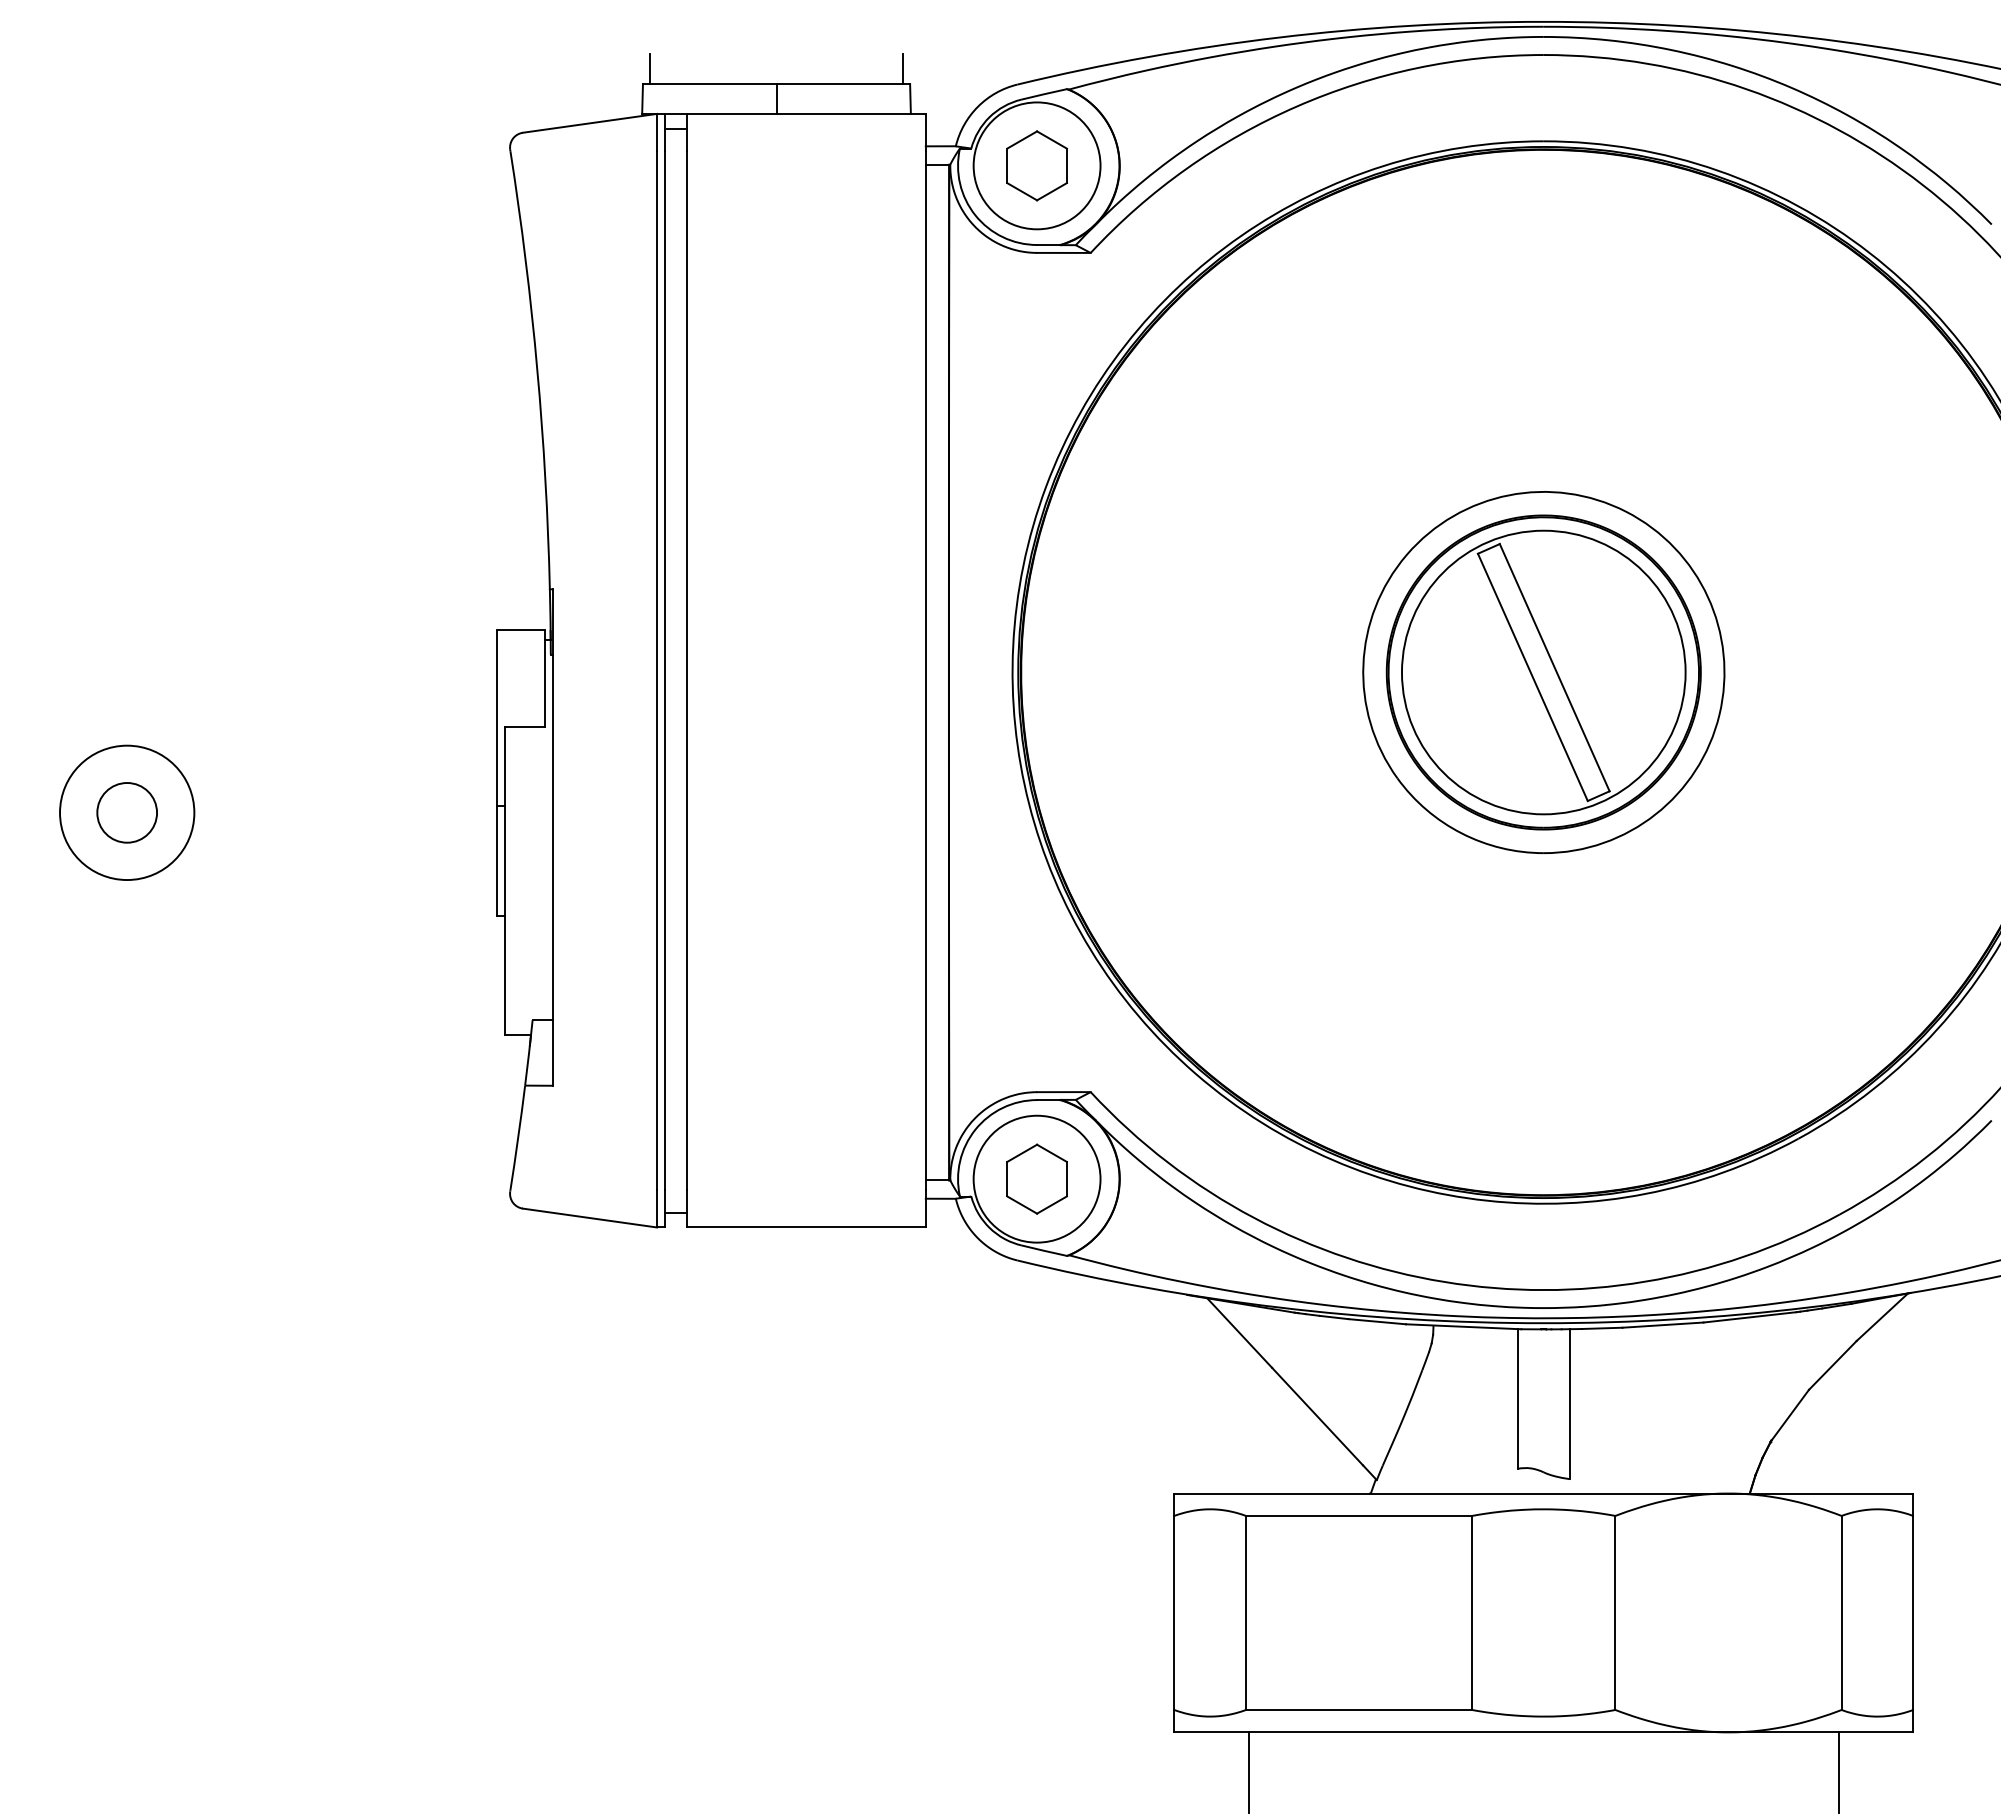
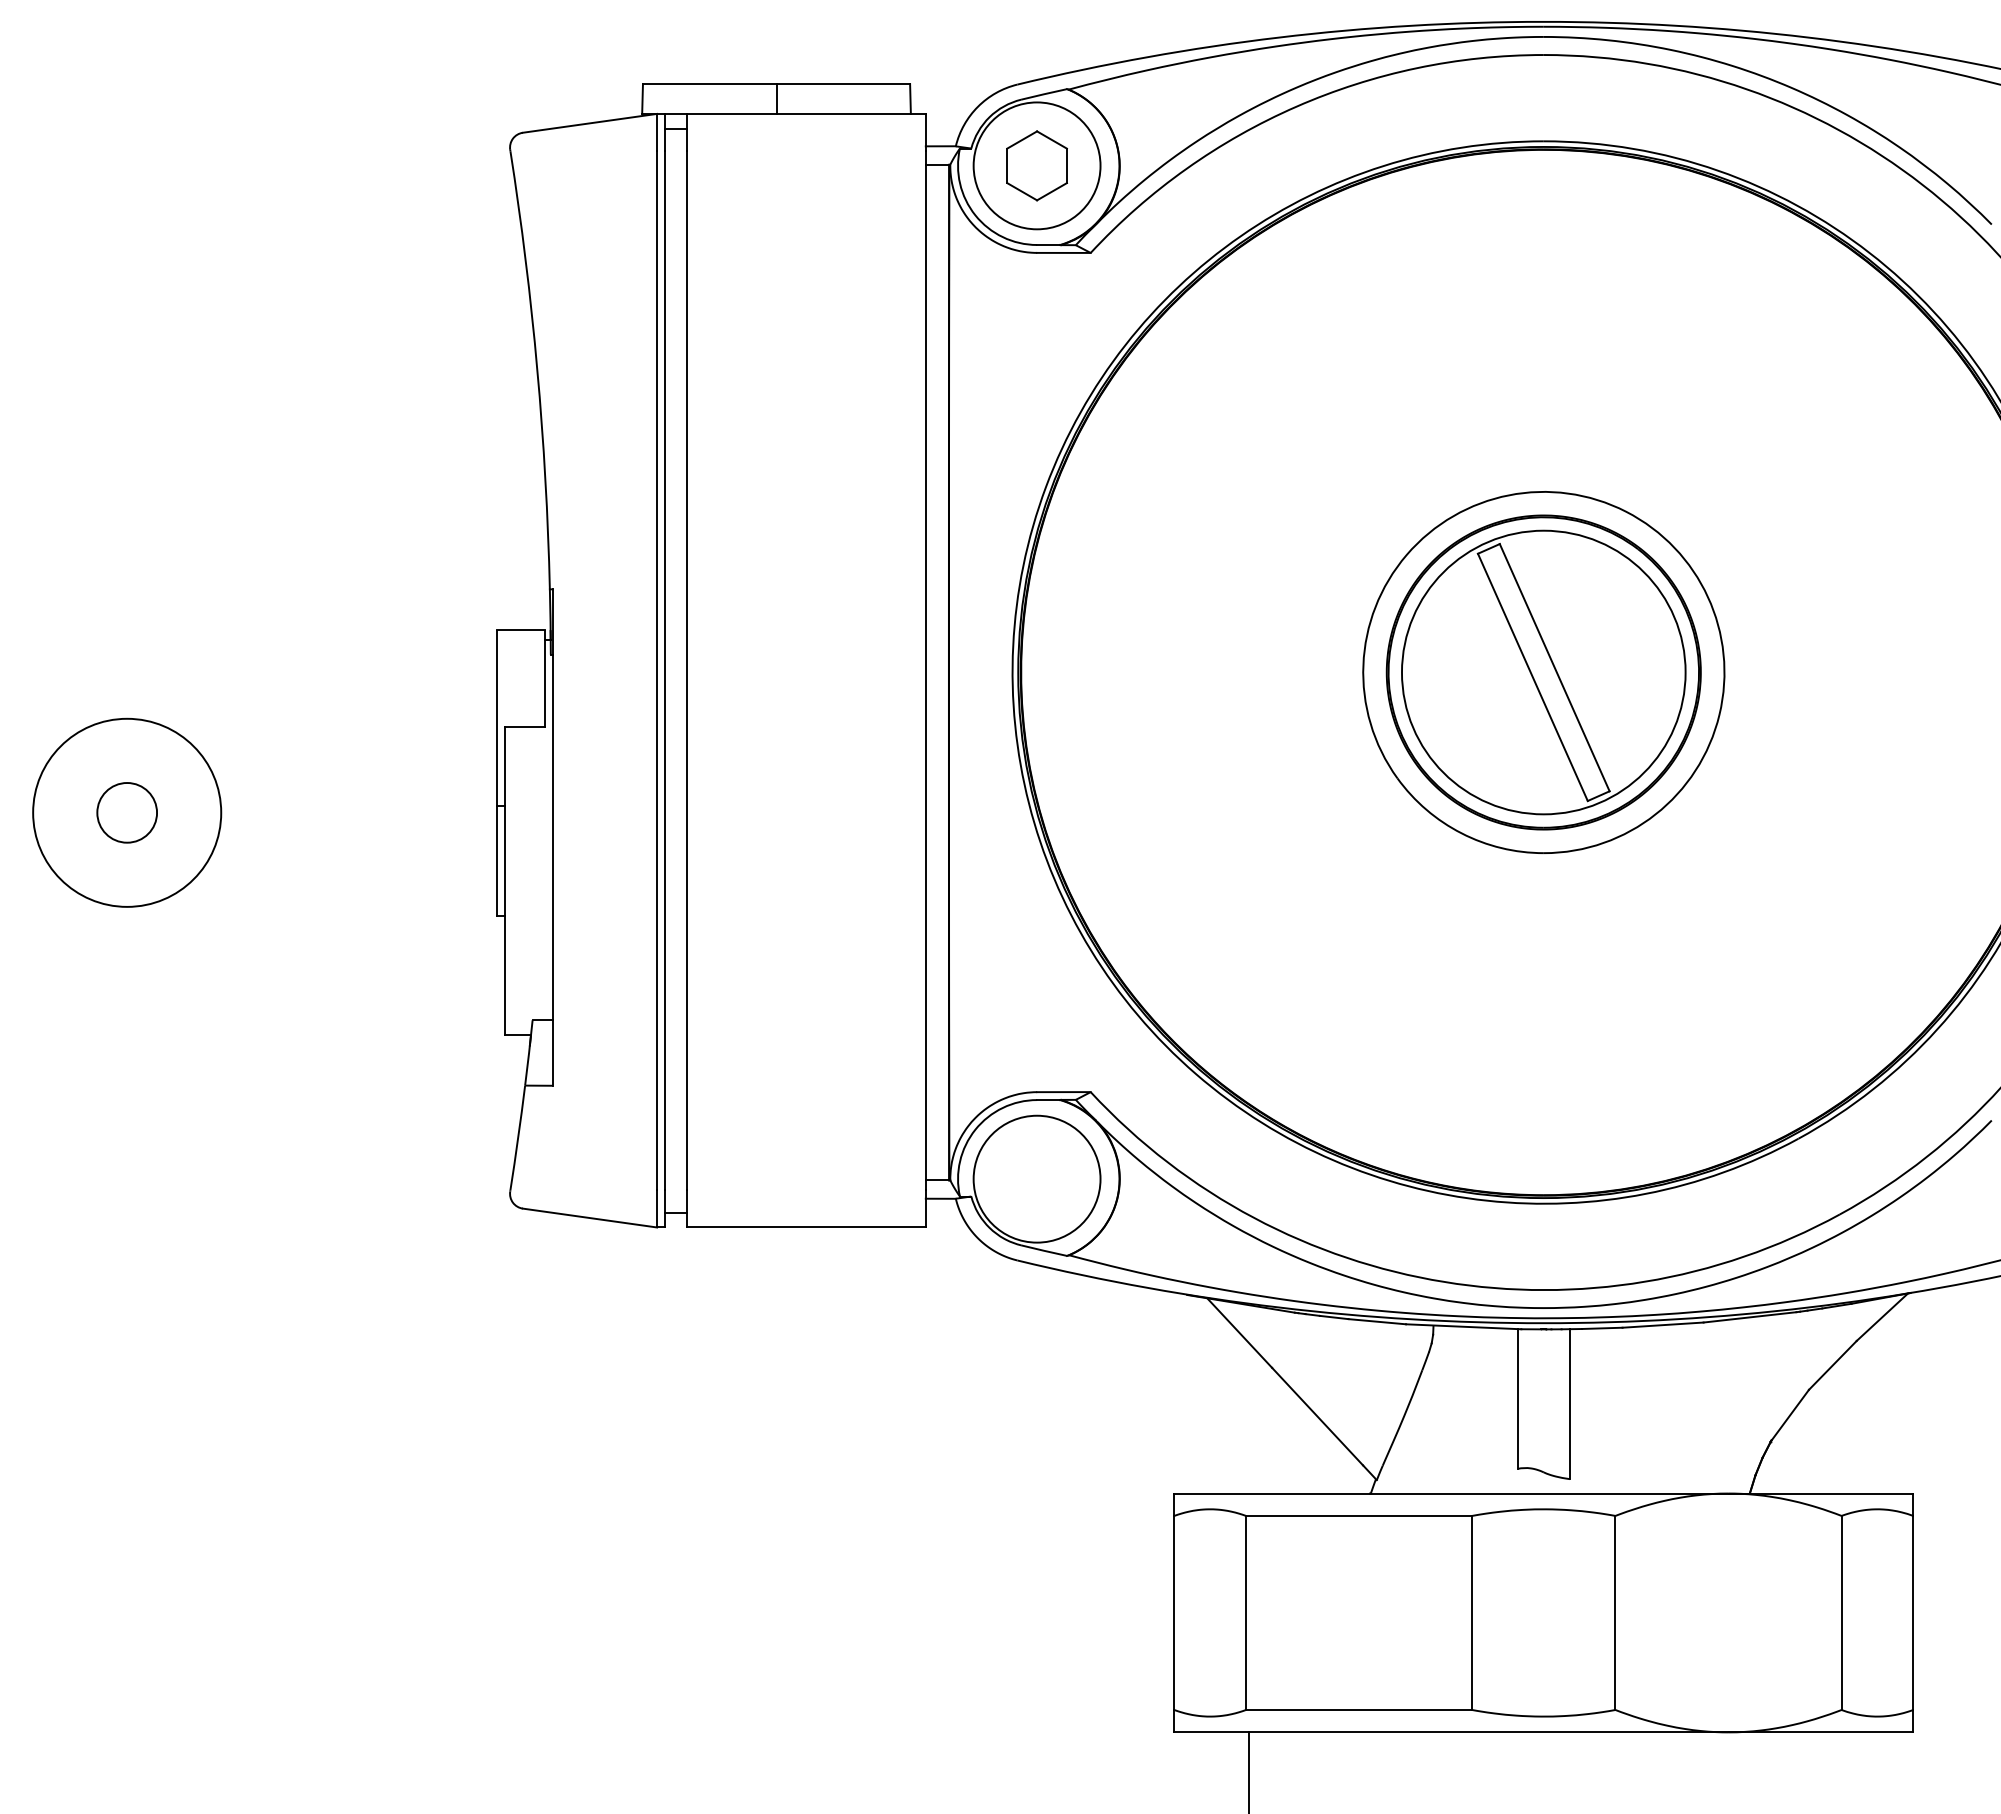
line at (649, 69): present -> none
line at (903, 69): present -> none
circle at (127, 812) diameter: 134 px -> 188 px
part at (1036, 1178): present -> none
line at (1838, 1771): present -> none
